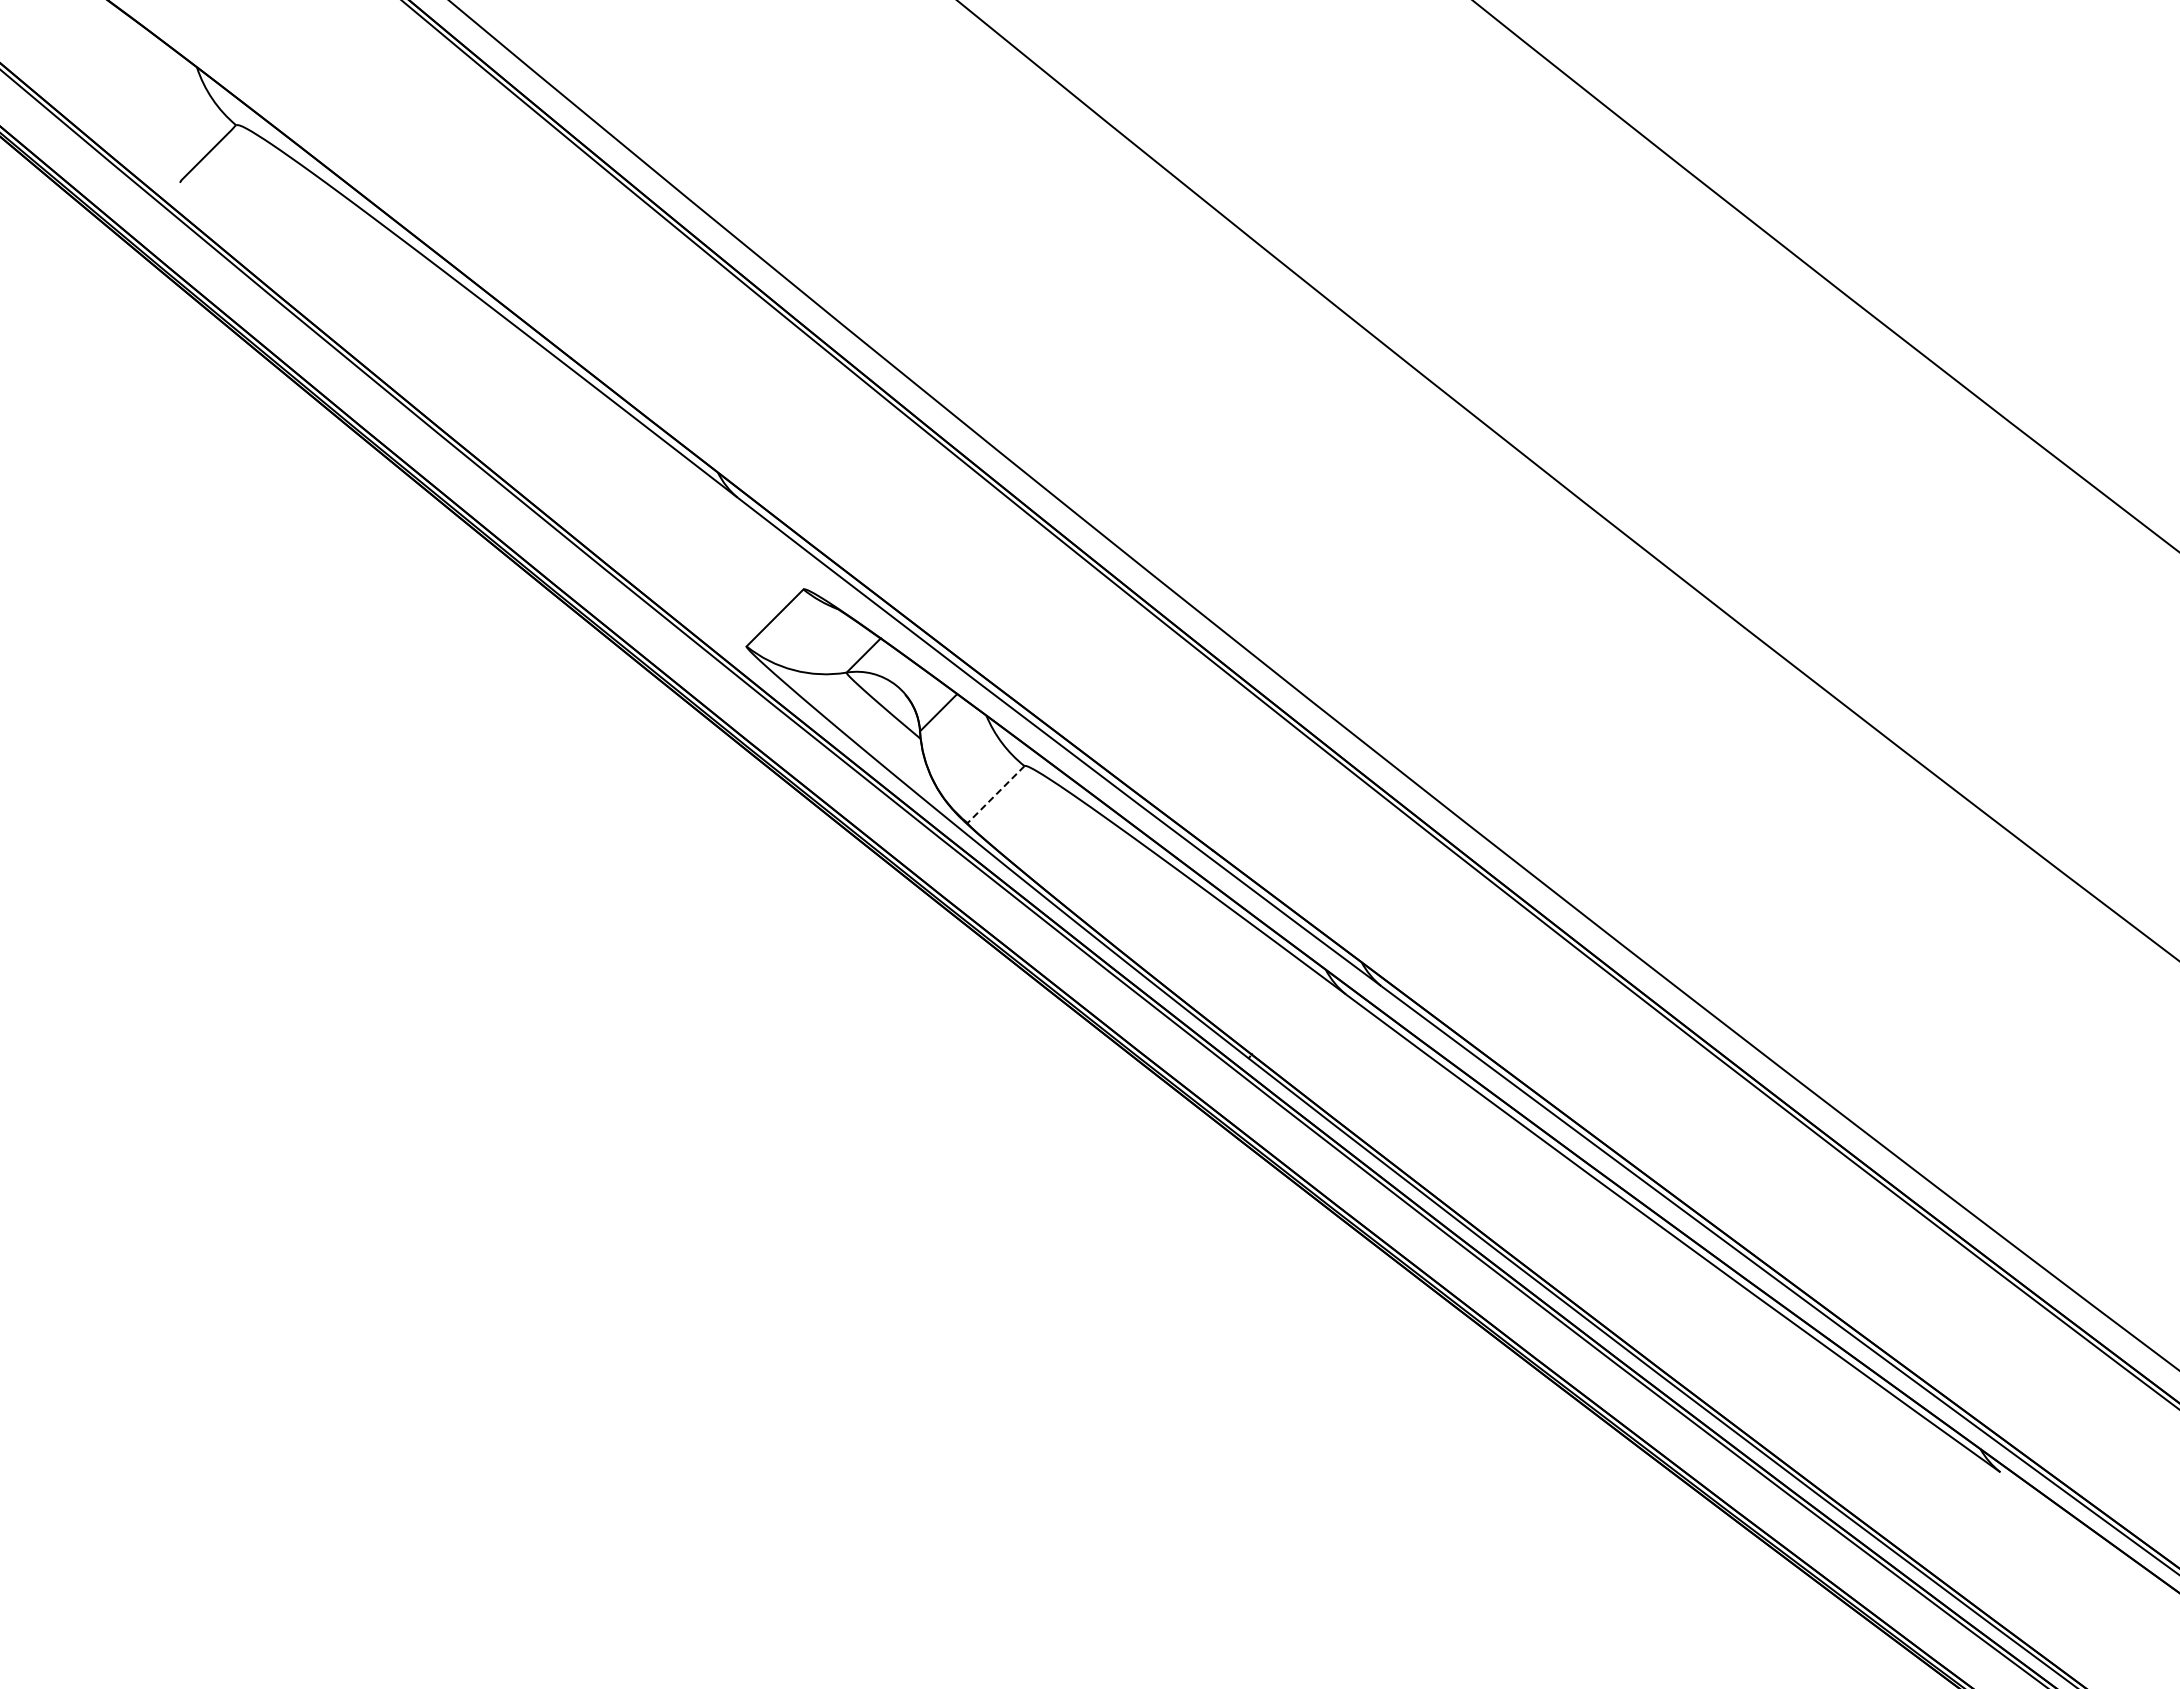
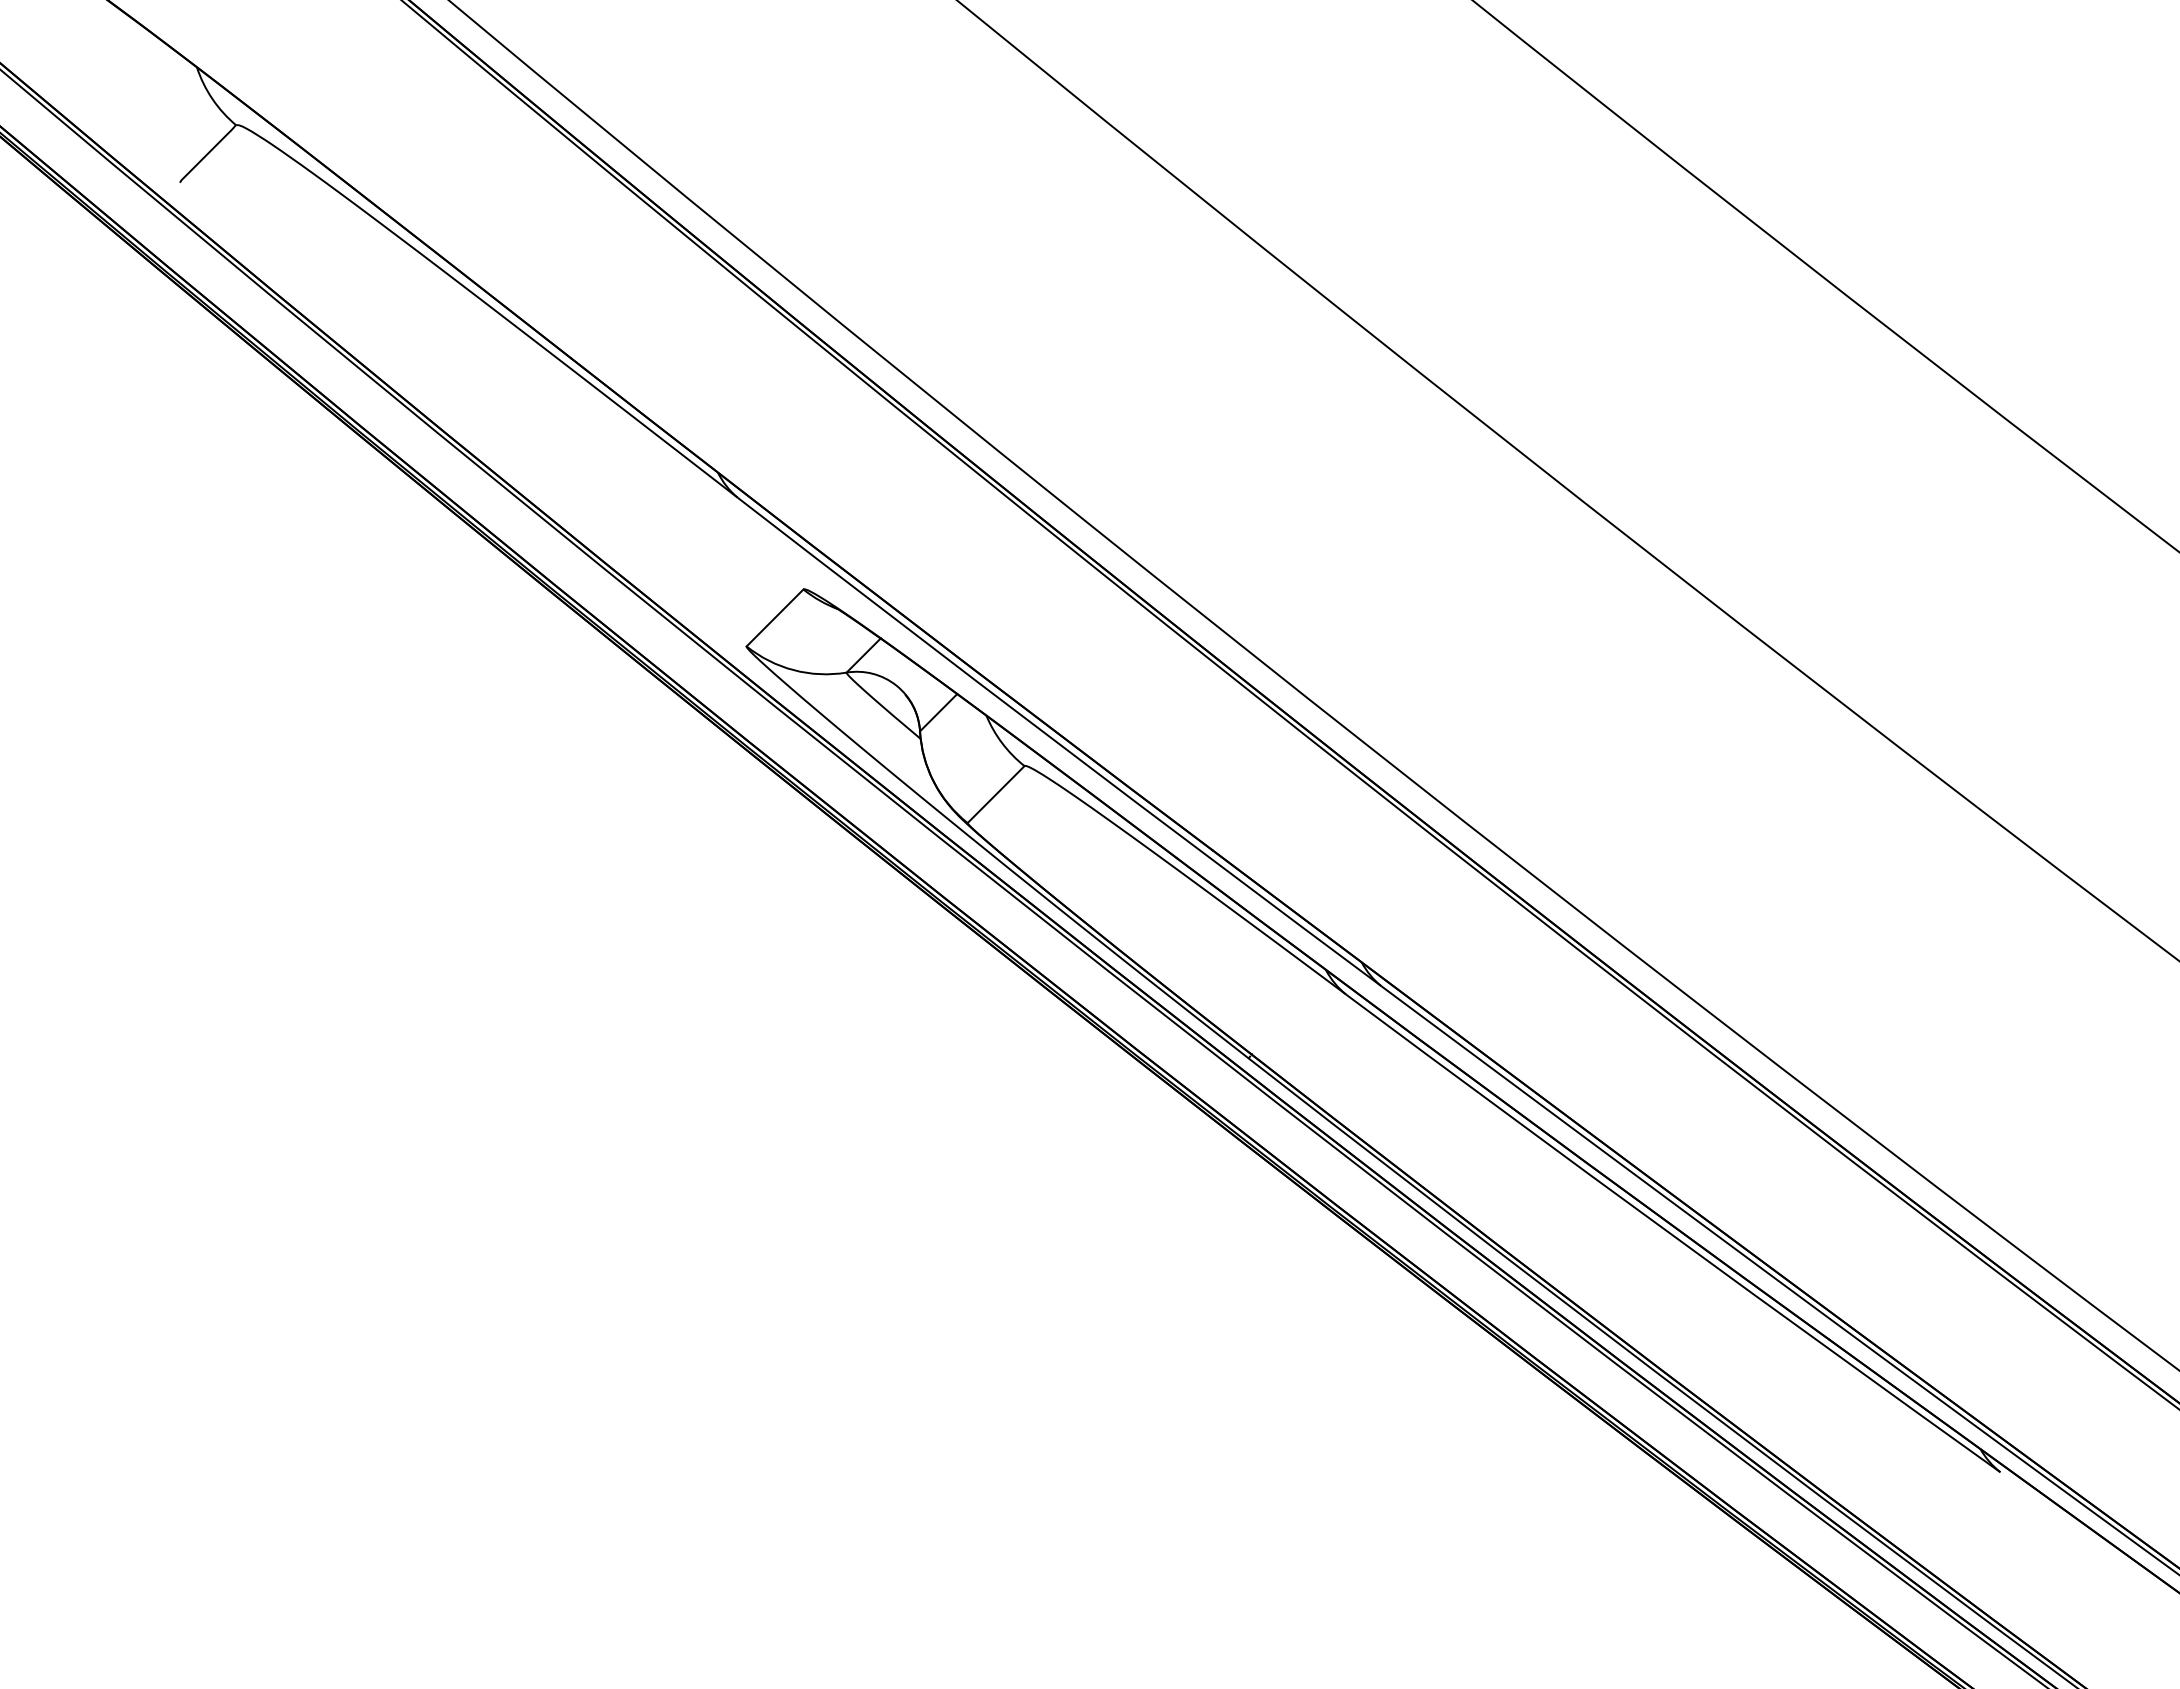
line at (995, 794): dashed -> solid
